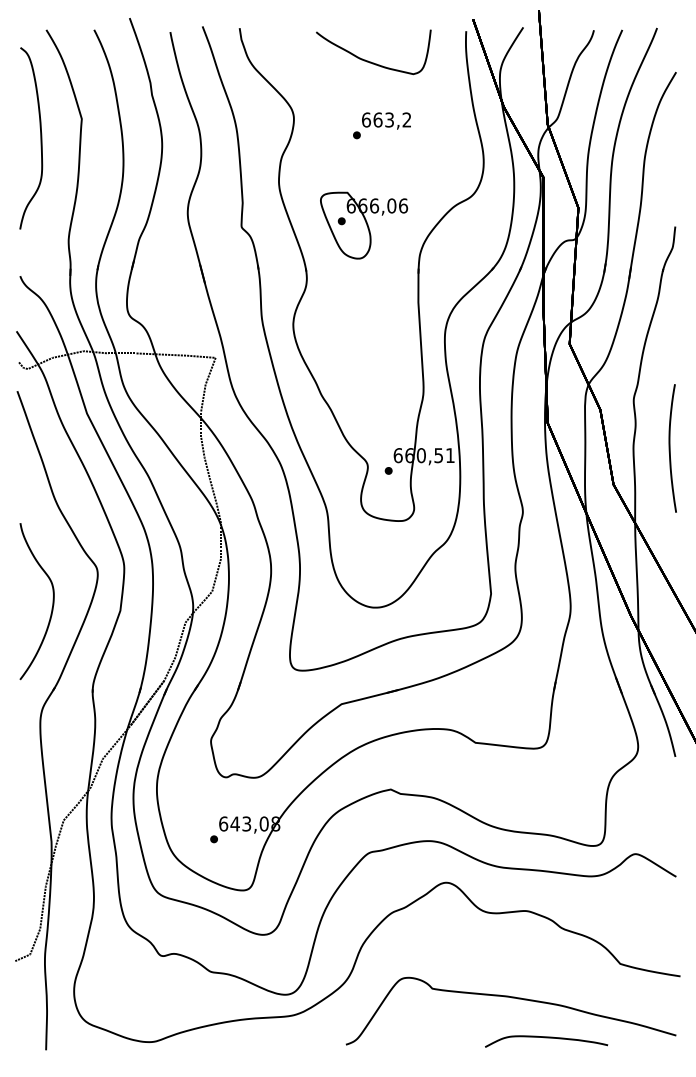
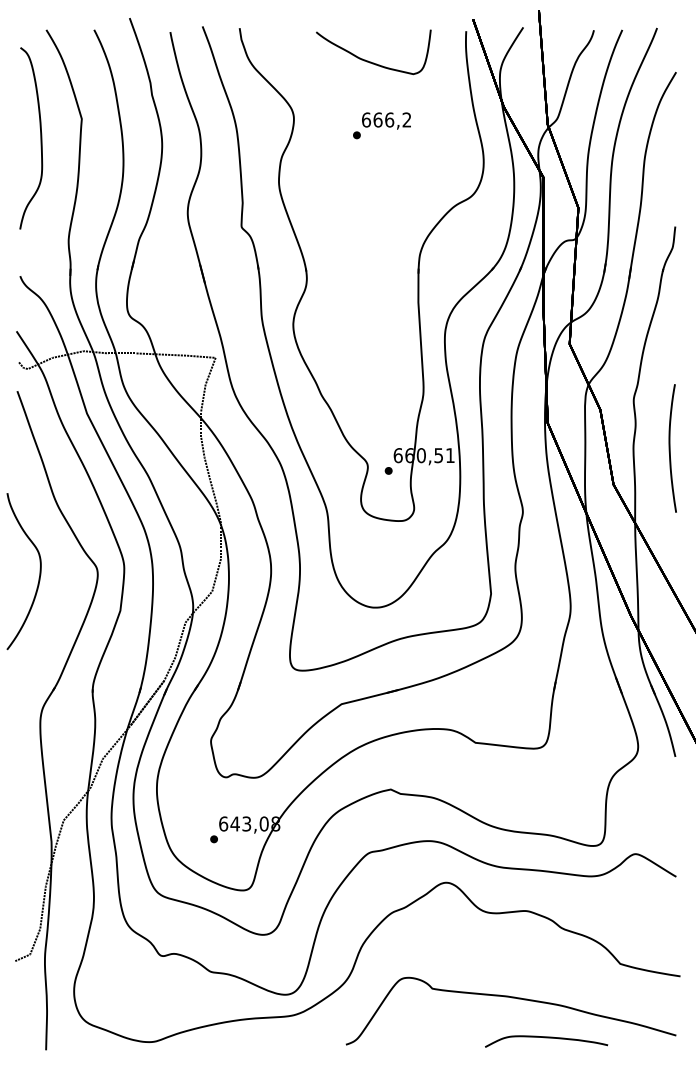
text at (389, 119): 663,2 -> 666,2
part at (364, 225): present -> none
part at (52, 601) position: (52, 601) -> (39, 571)
